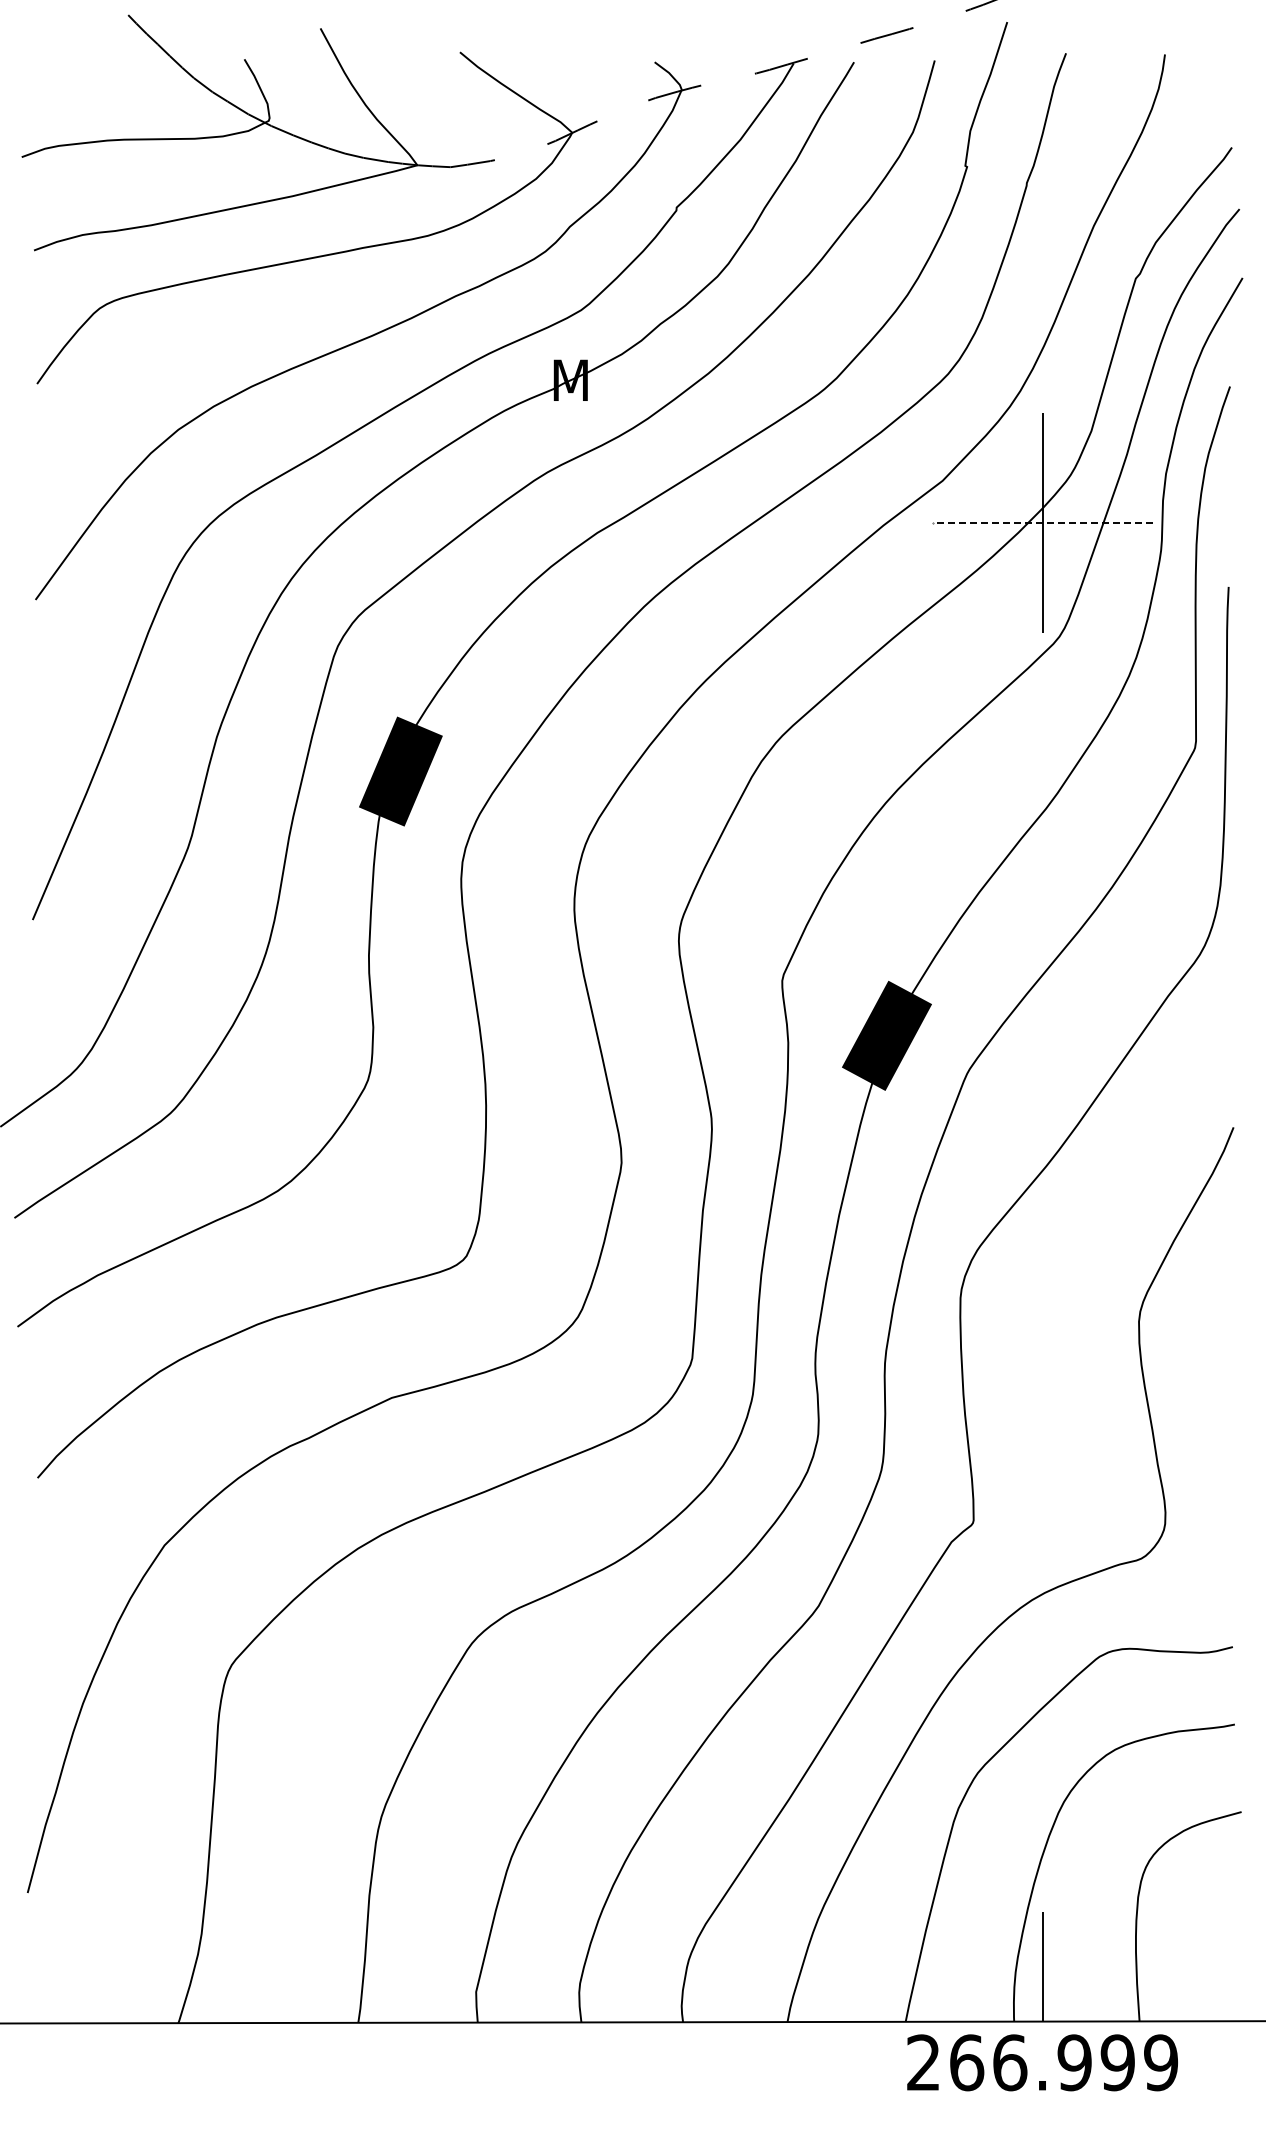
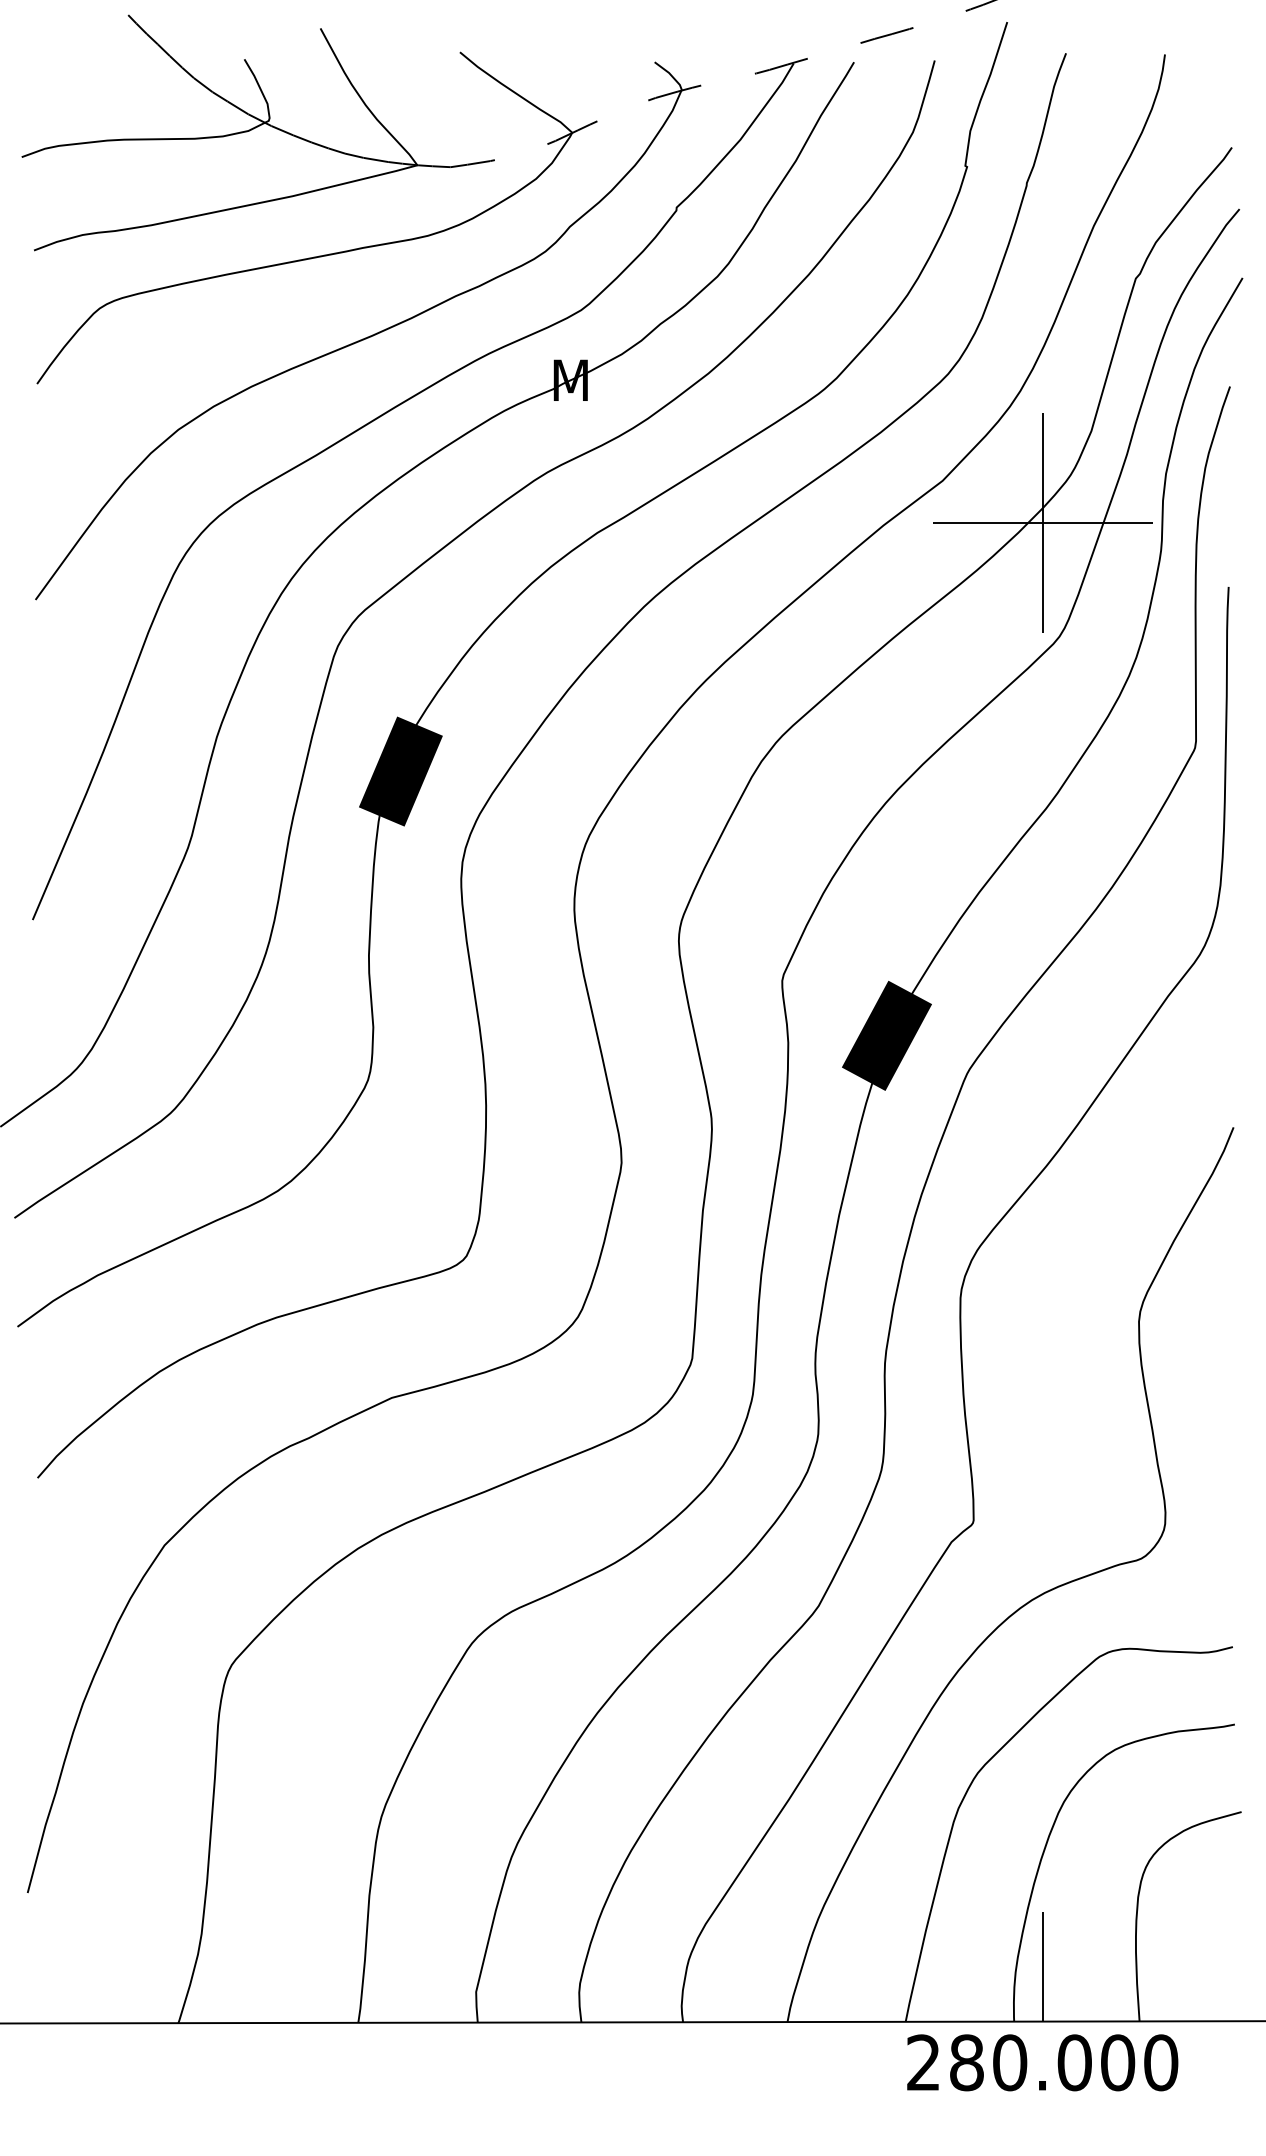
line at (1042, 522): dashed -> solid
text at (1064, 2062): 266.999 -> 280.000
